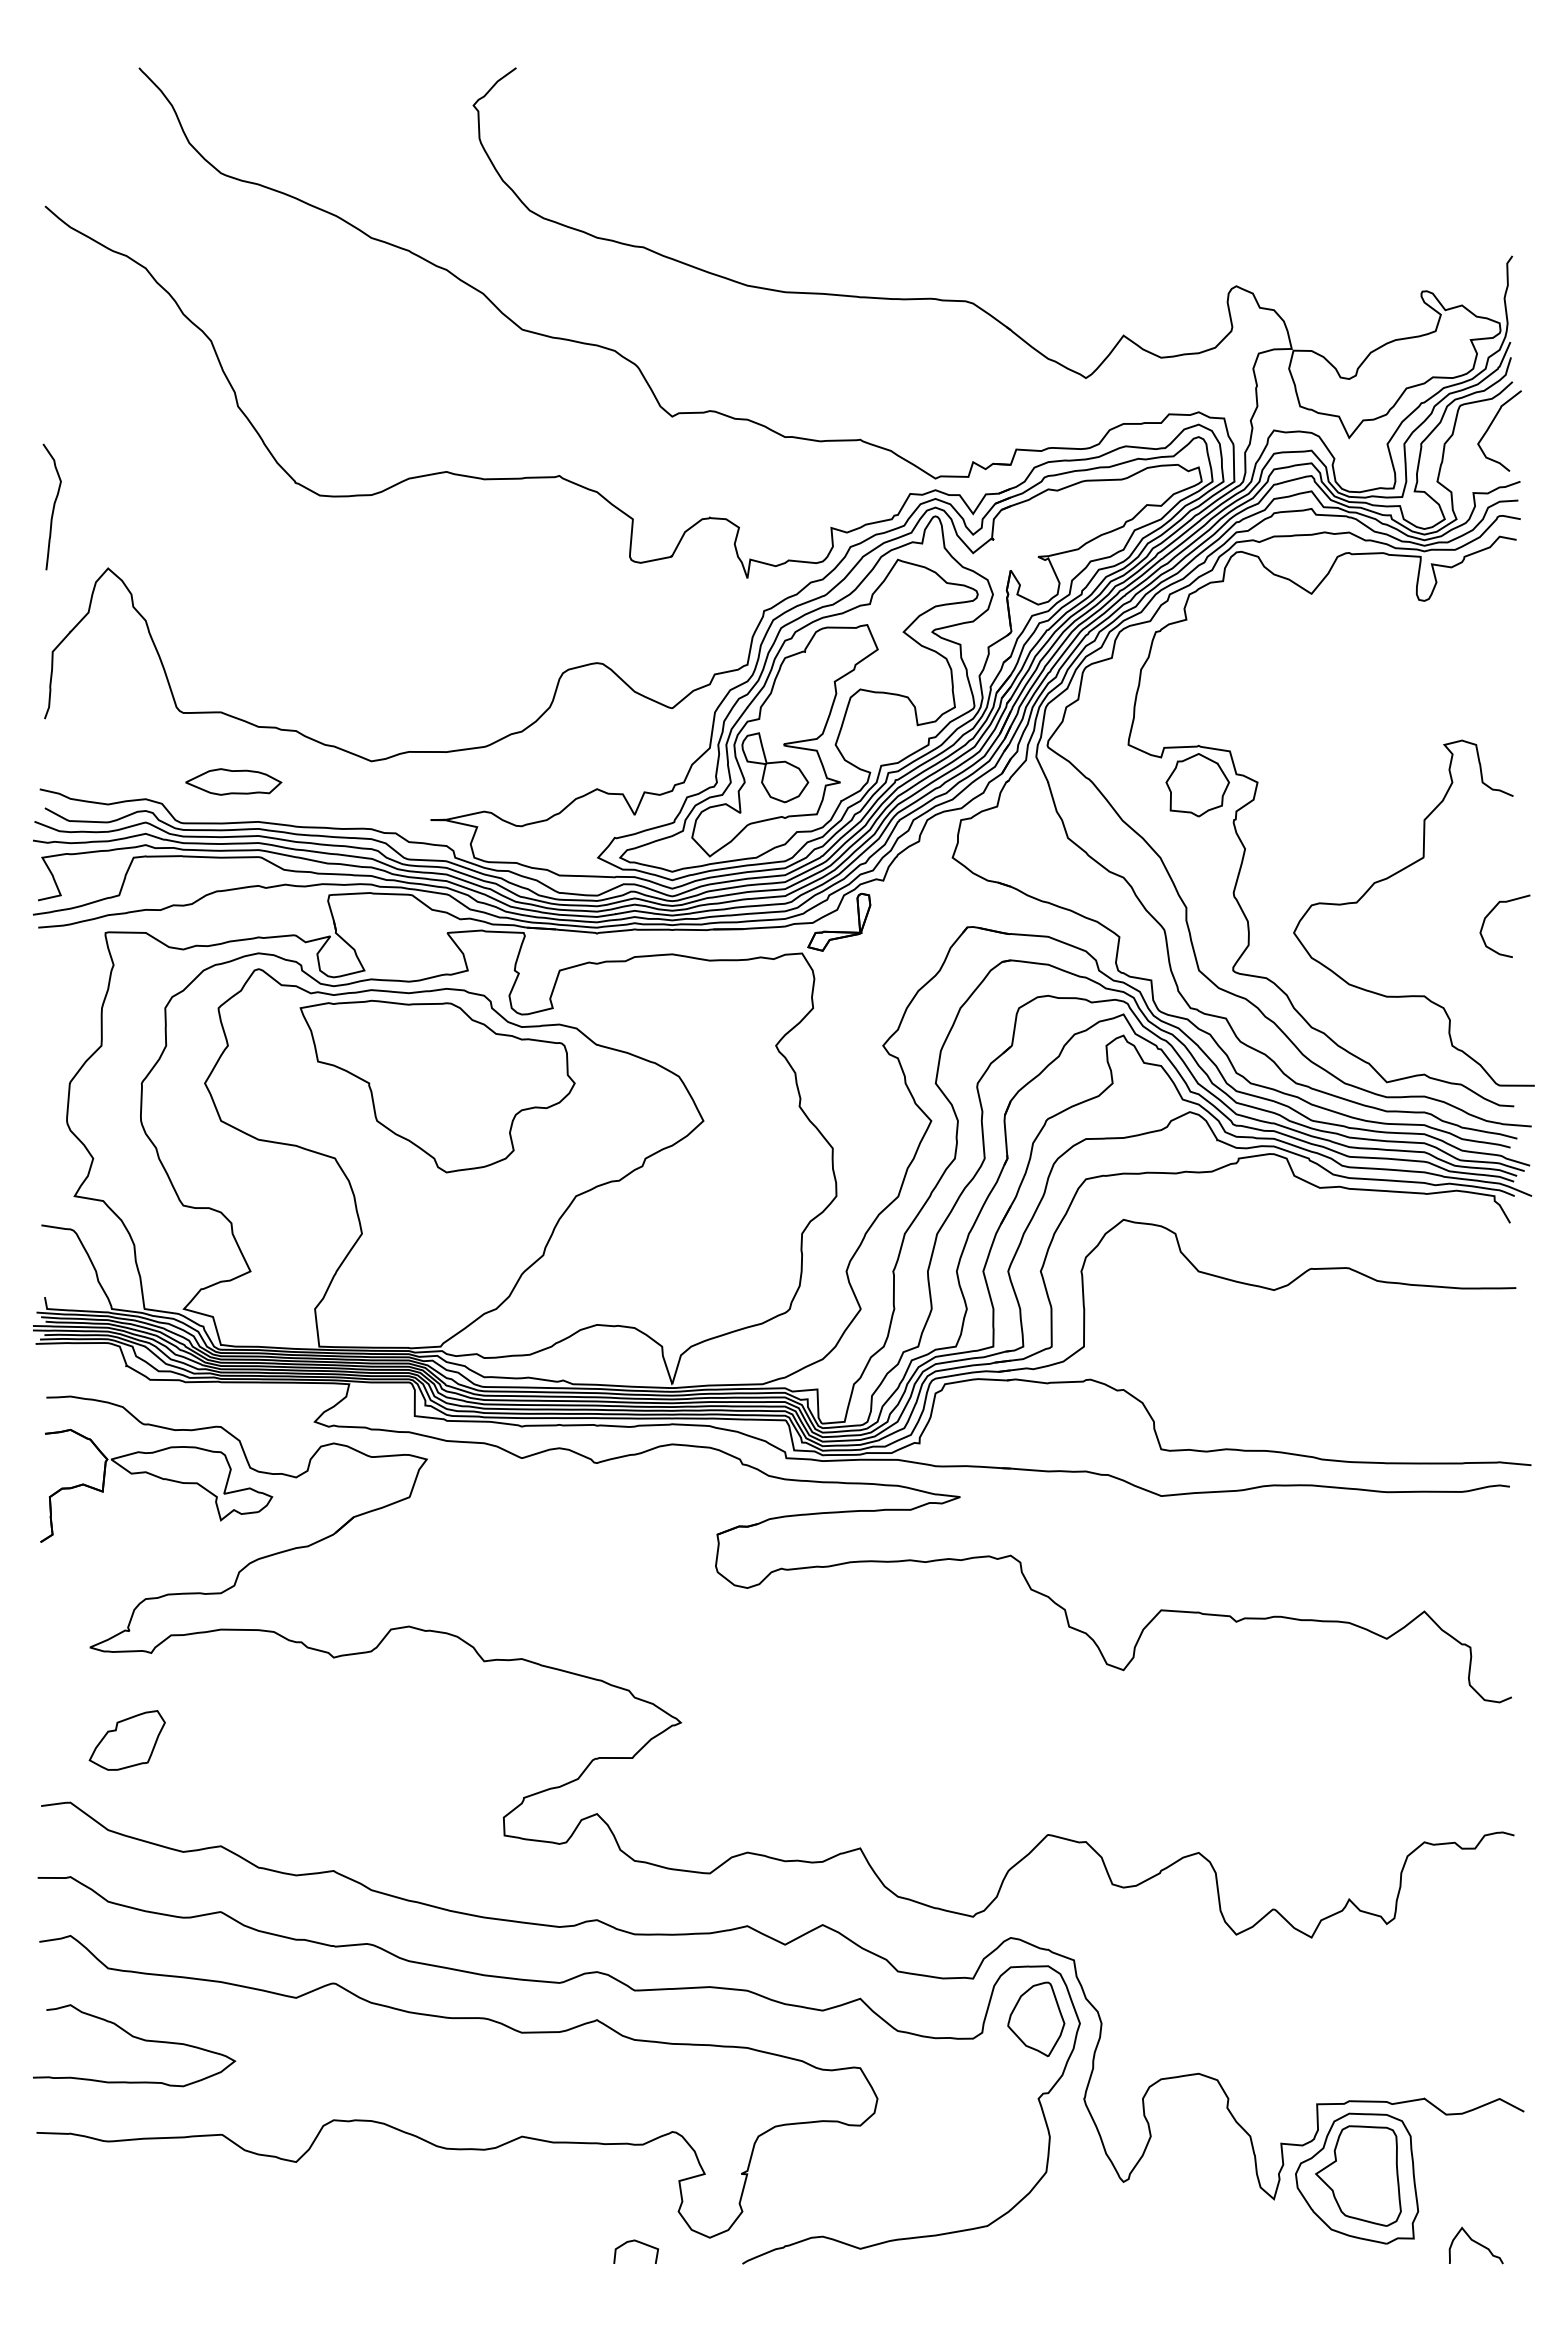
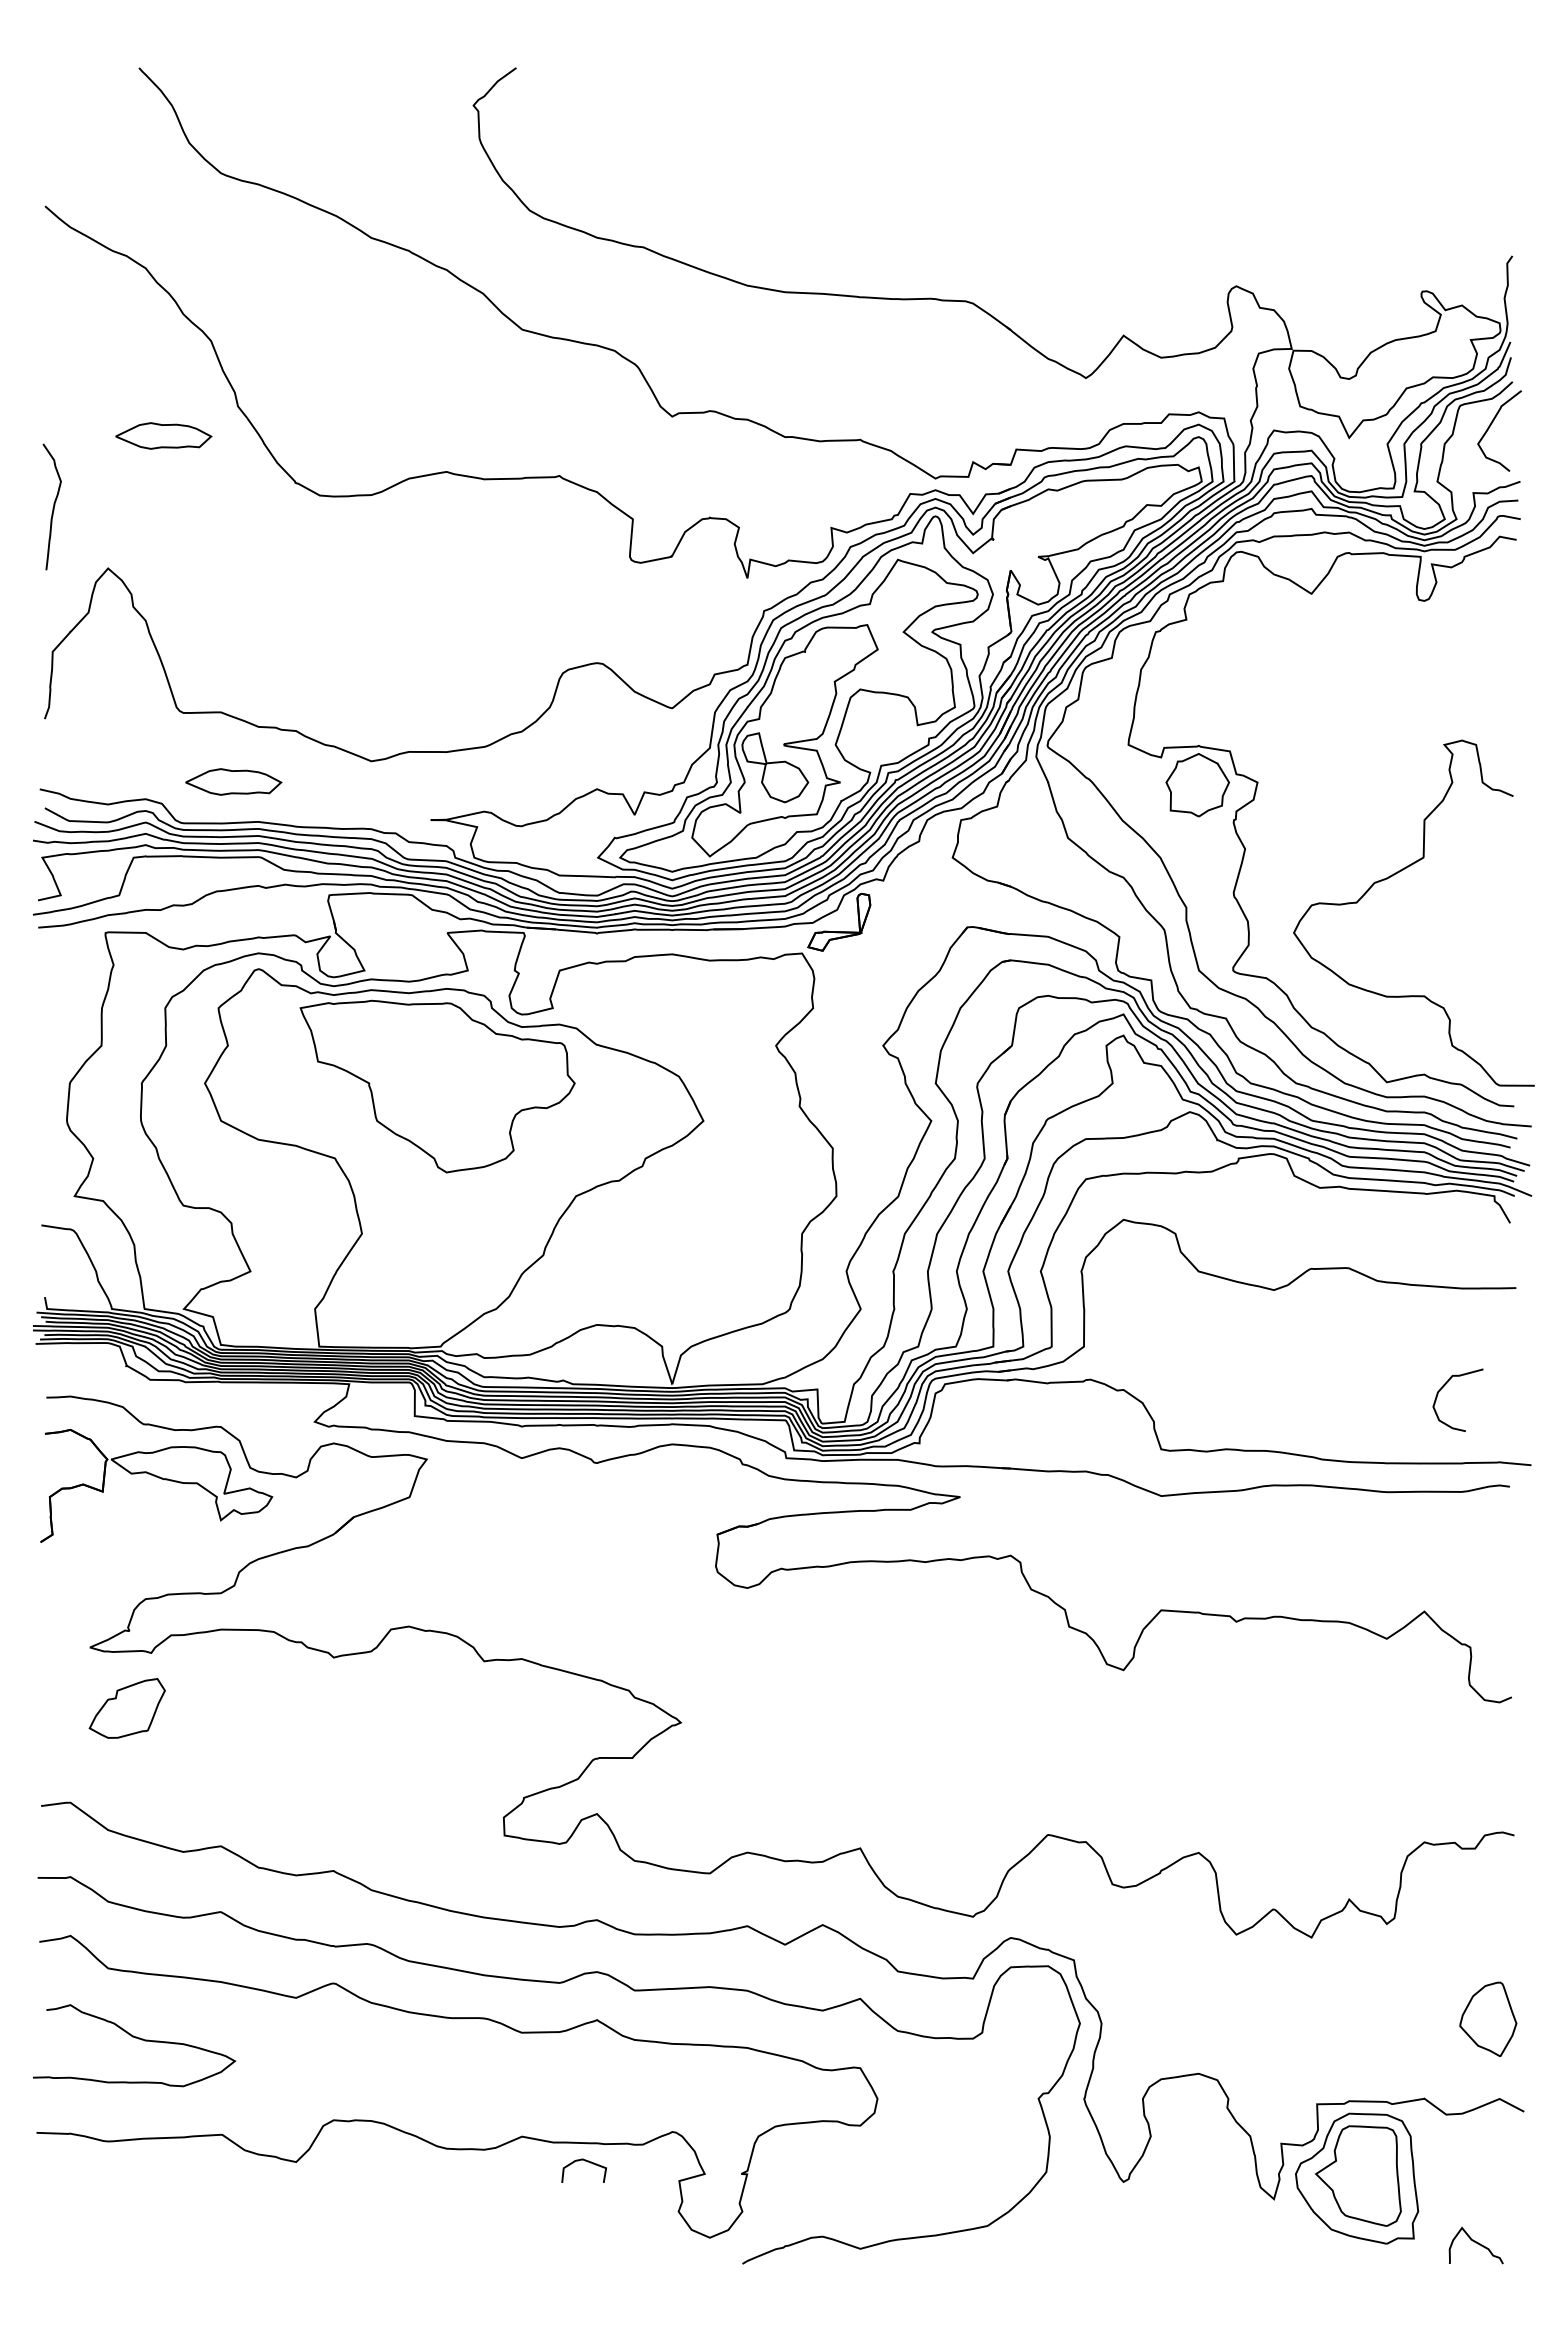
part at (163, 435): none -> present
curve at (1491, 912) position: (1491, 912) -> (1444, 1386)
part at (126, 1740) position: (126, 1740) -> (126, 1708)
part at (1036, 2019) position: (1036, 2019) -> (1488, 2019)
curve at (639, 2243) position: (639, 2243) -> (587, 2162)
